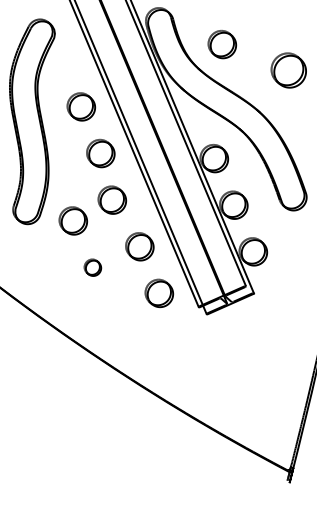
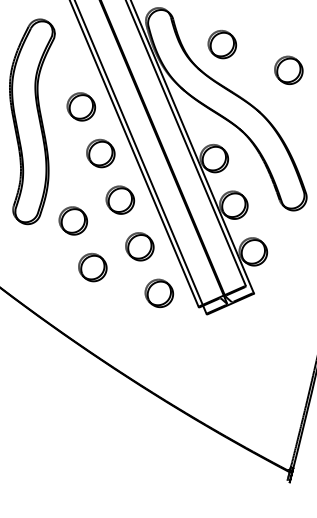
part at (288, 70) size: 37x37 px -> 30x30 px
part at (112, 199) position: (112, 199) -> (120, 199)
part at (92, 267) size: 20x19 px -> 30x30 px
